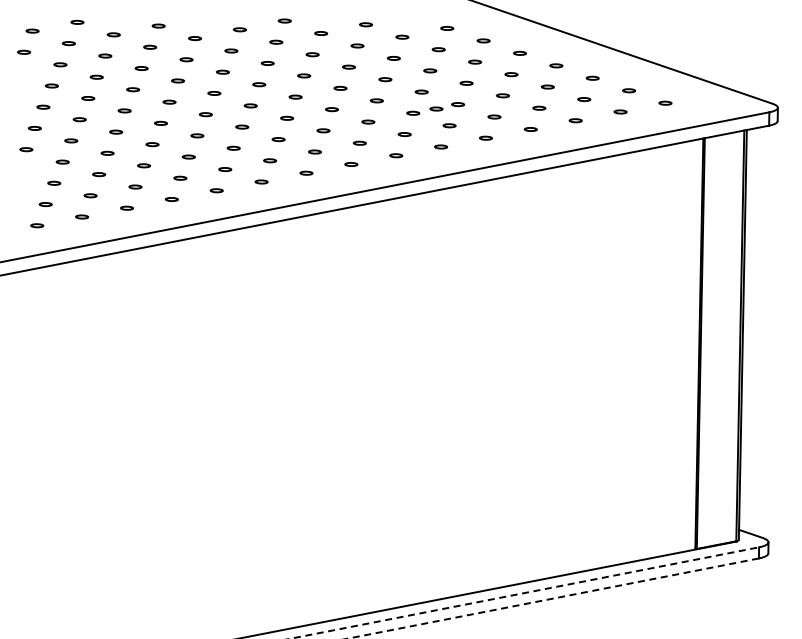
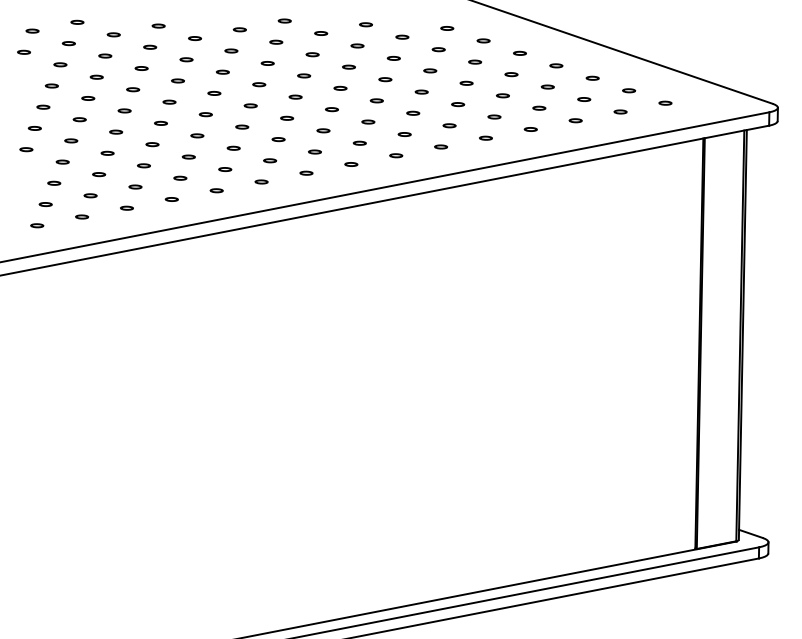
part at (436, 108): present -> none
line at (524, 593): dashed -> solid
line at (552, 598): dashed -> solid
